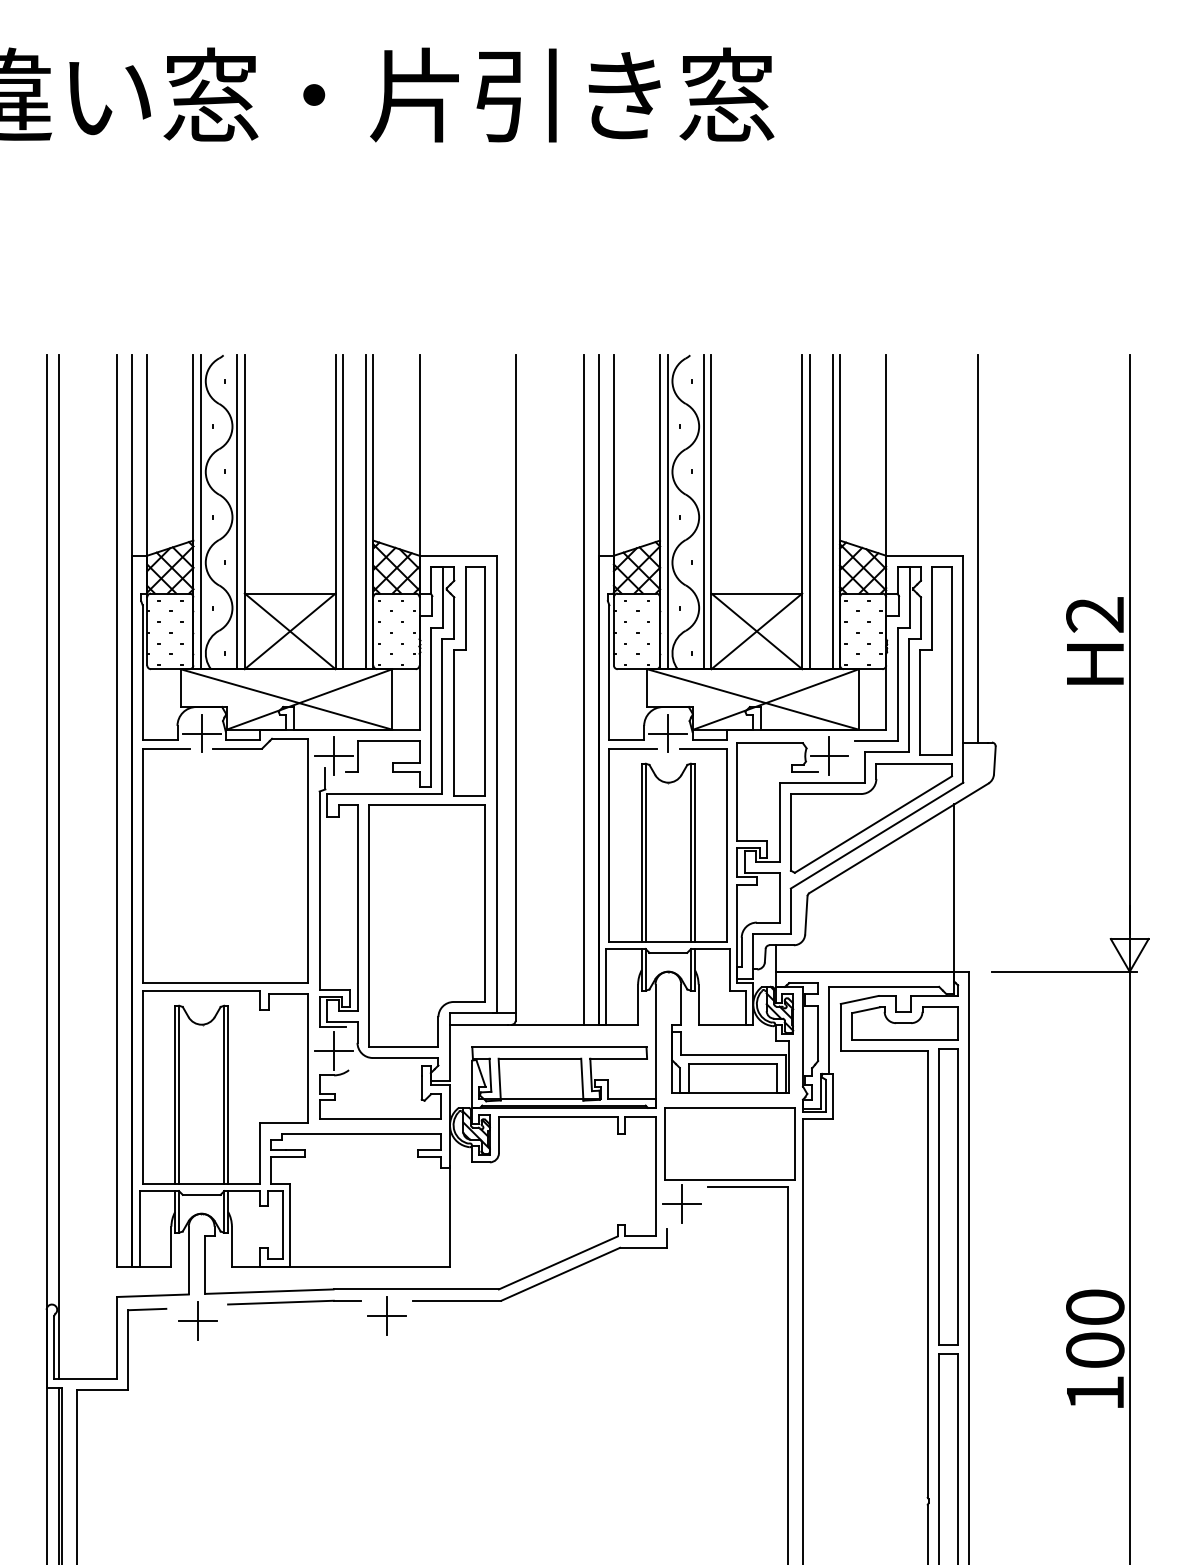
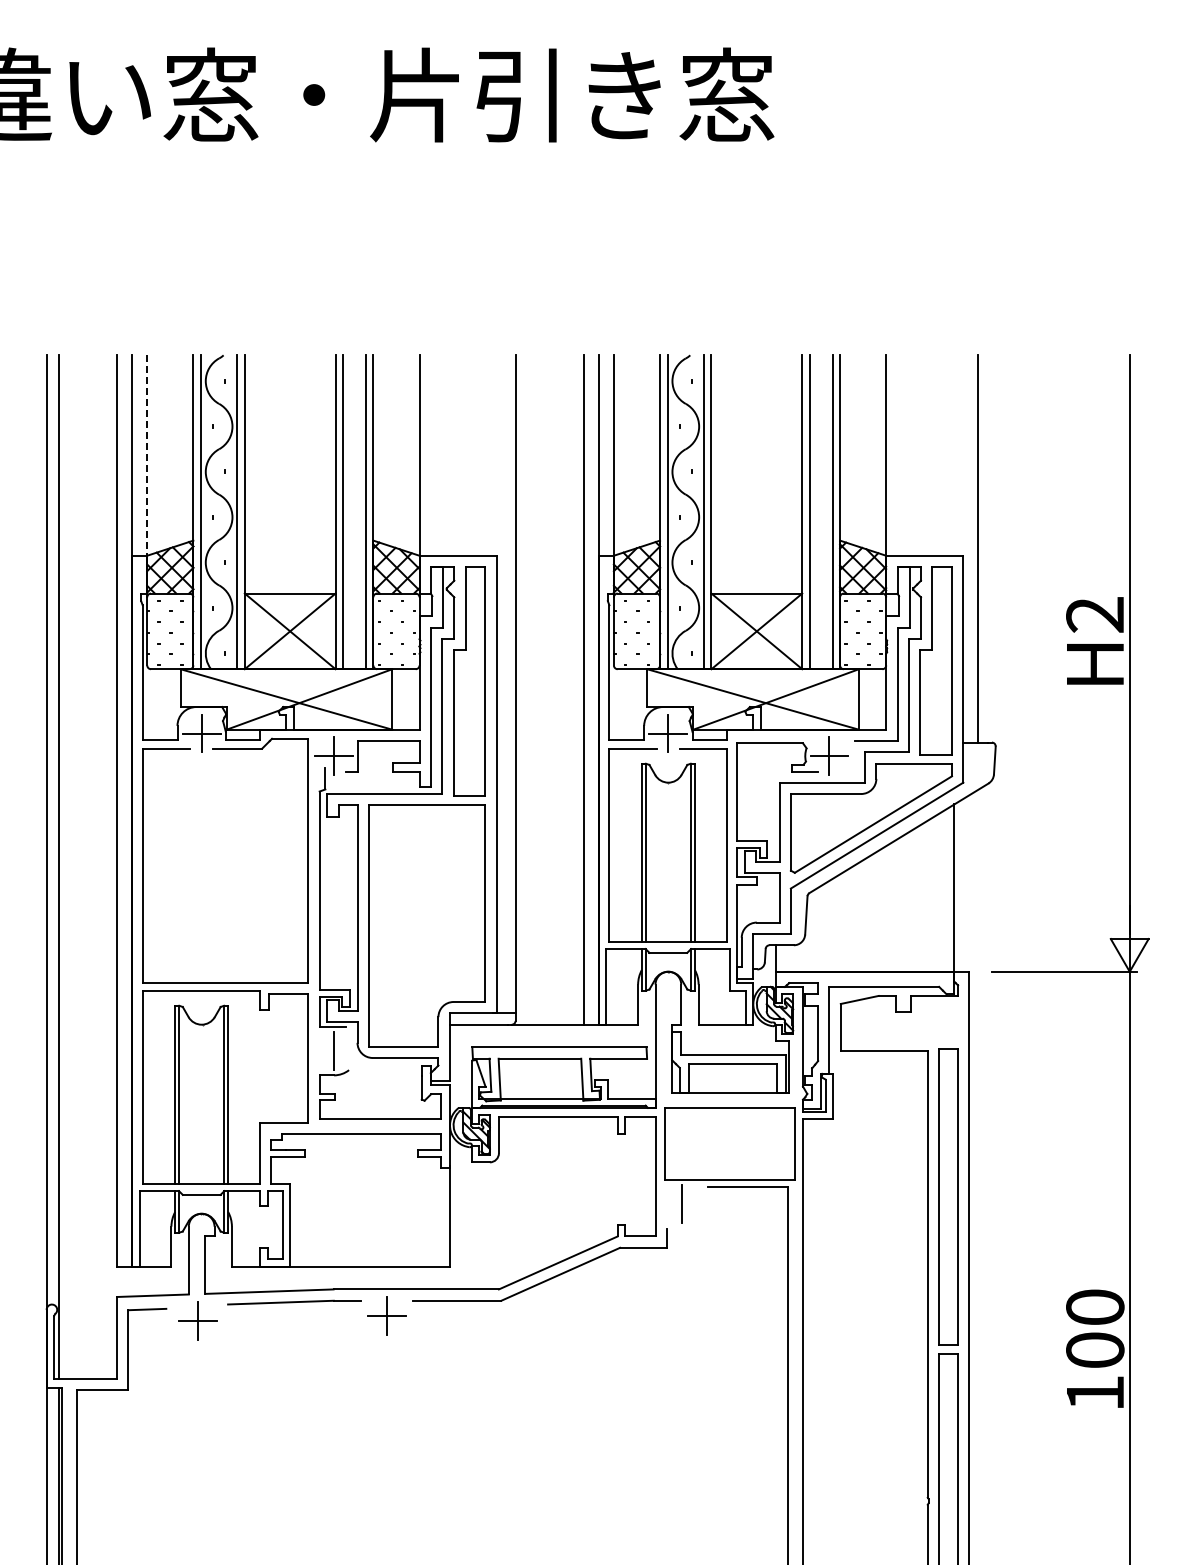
line at (147, 457): solid -> dashed
part at (904, 1023): present -> none
line at (333, 1051): present -> none
line at (681, 1203): present -> none
